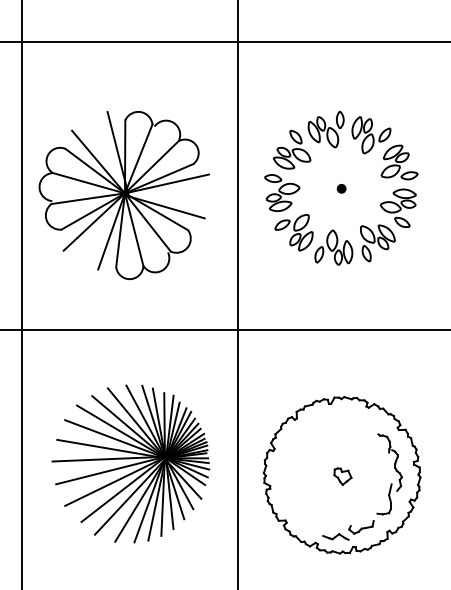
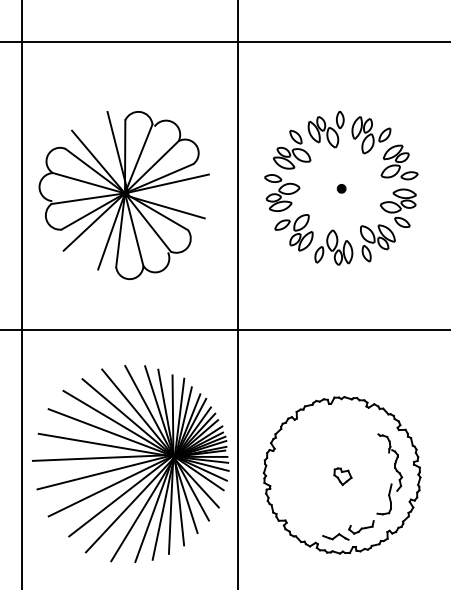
part at (130, 463) size: 160x160 px -> 198x198 px
